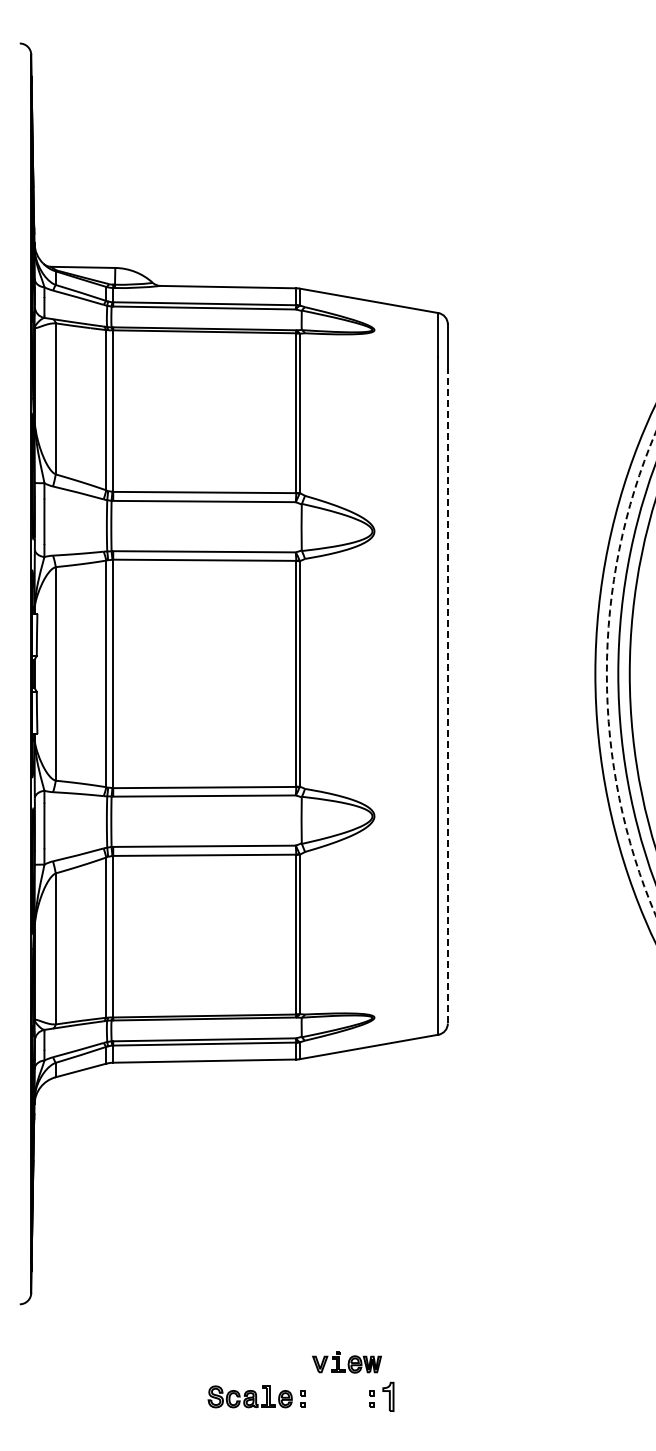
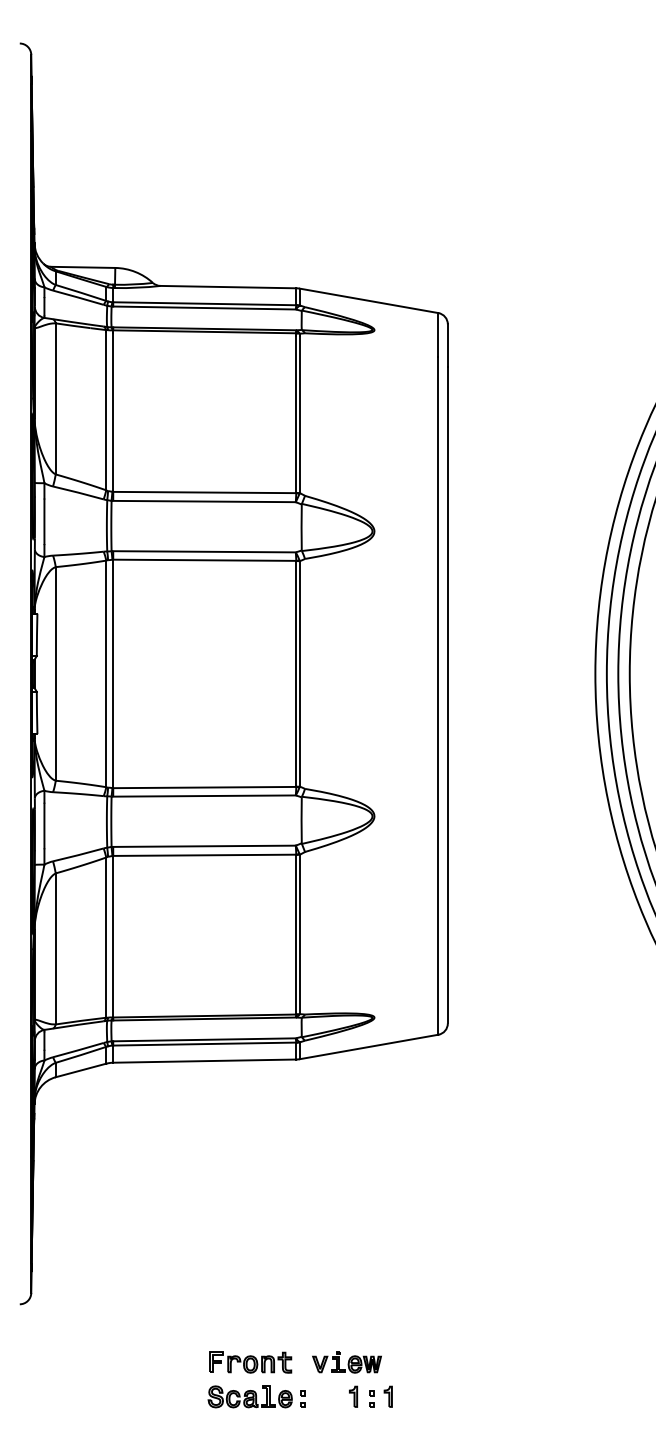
circle at (630, 673): dashed -> solid
line at (447, 694): dashed -> solid
part at (250, 1362): none -> present
part at (353, 1396): none -> present
part at (388, 1396) size: 13x31 px -> 10x23 px
